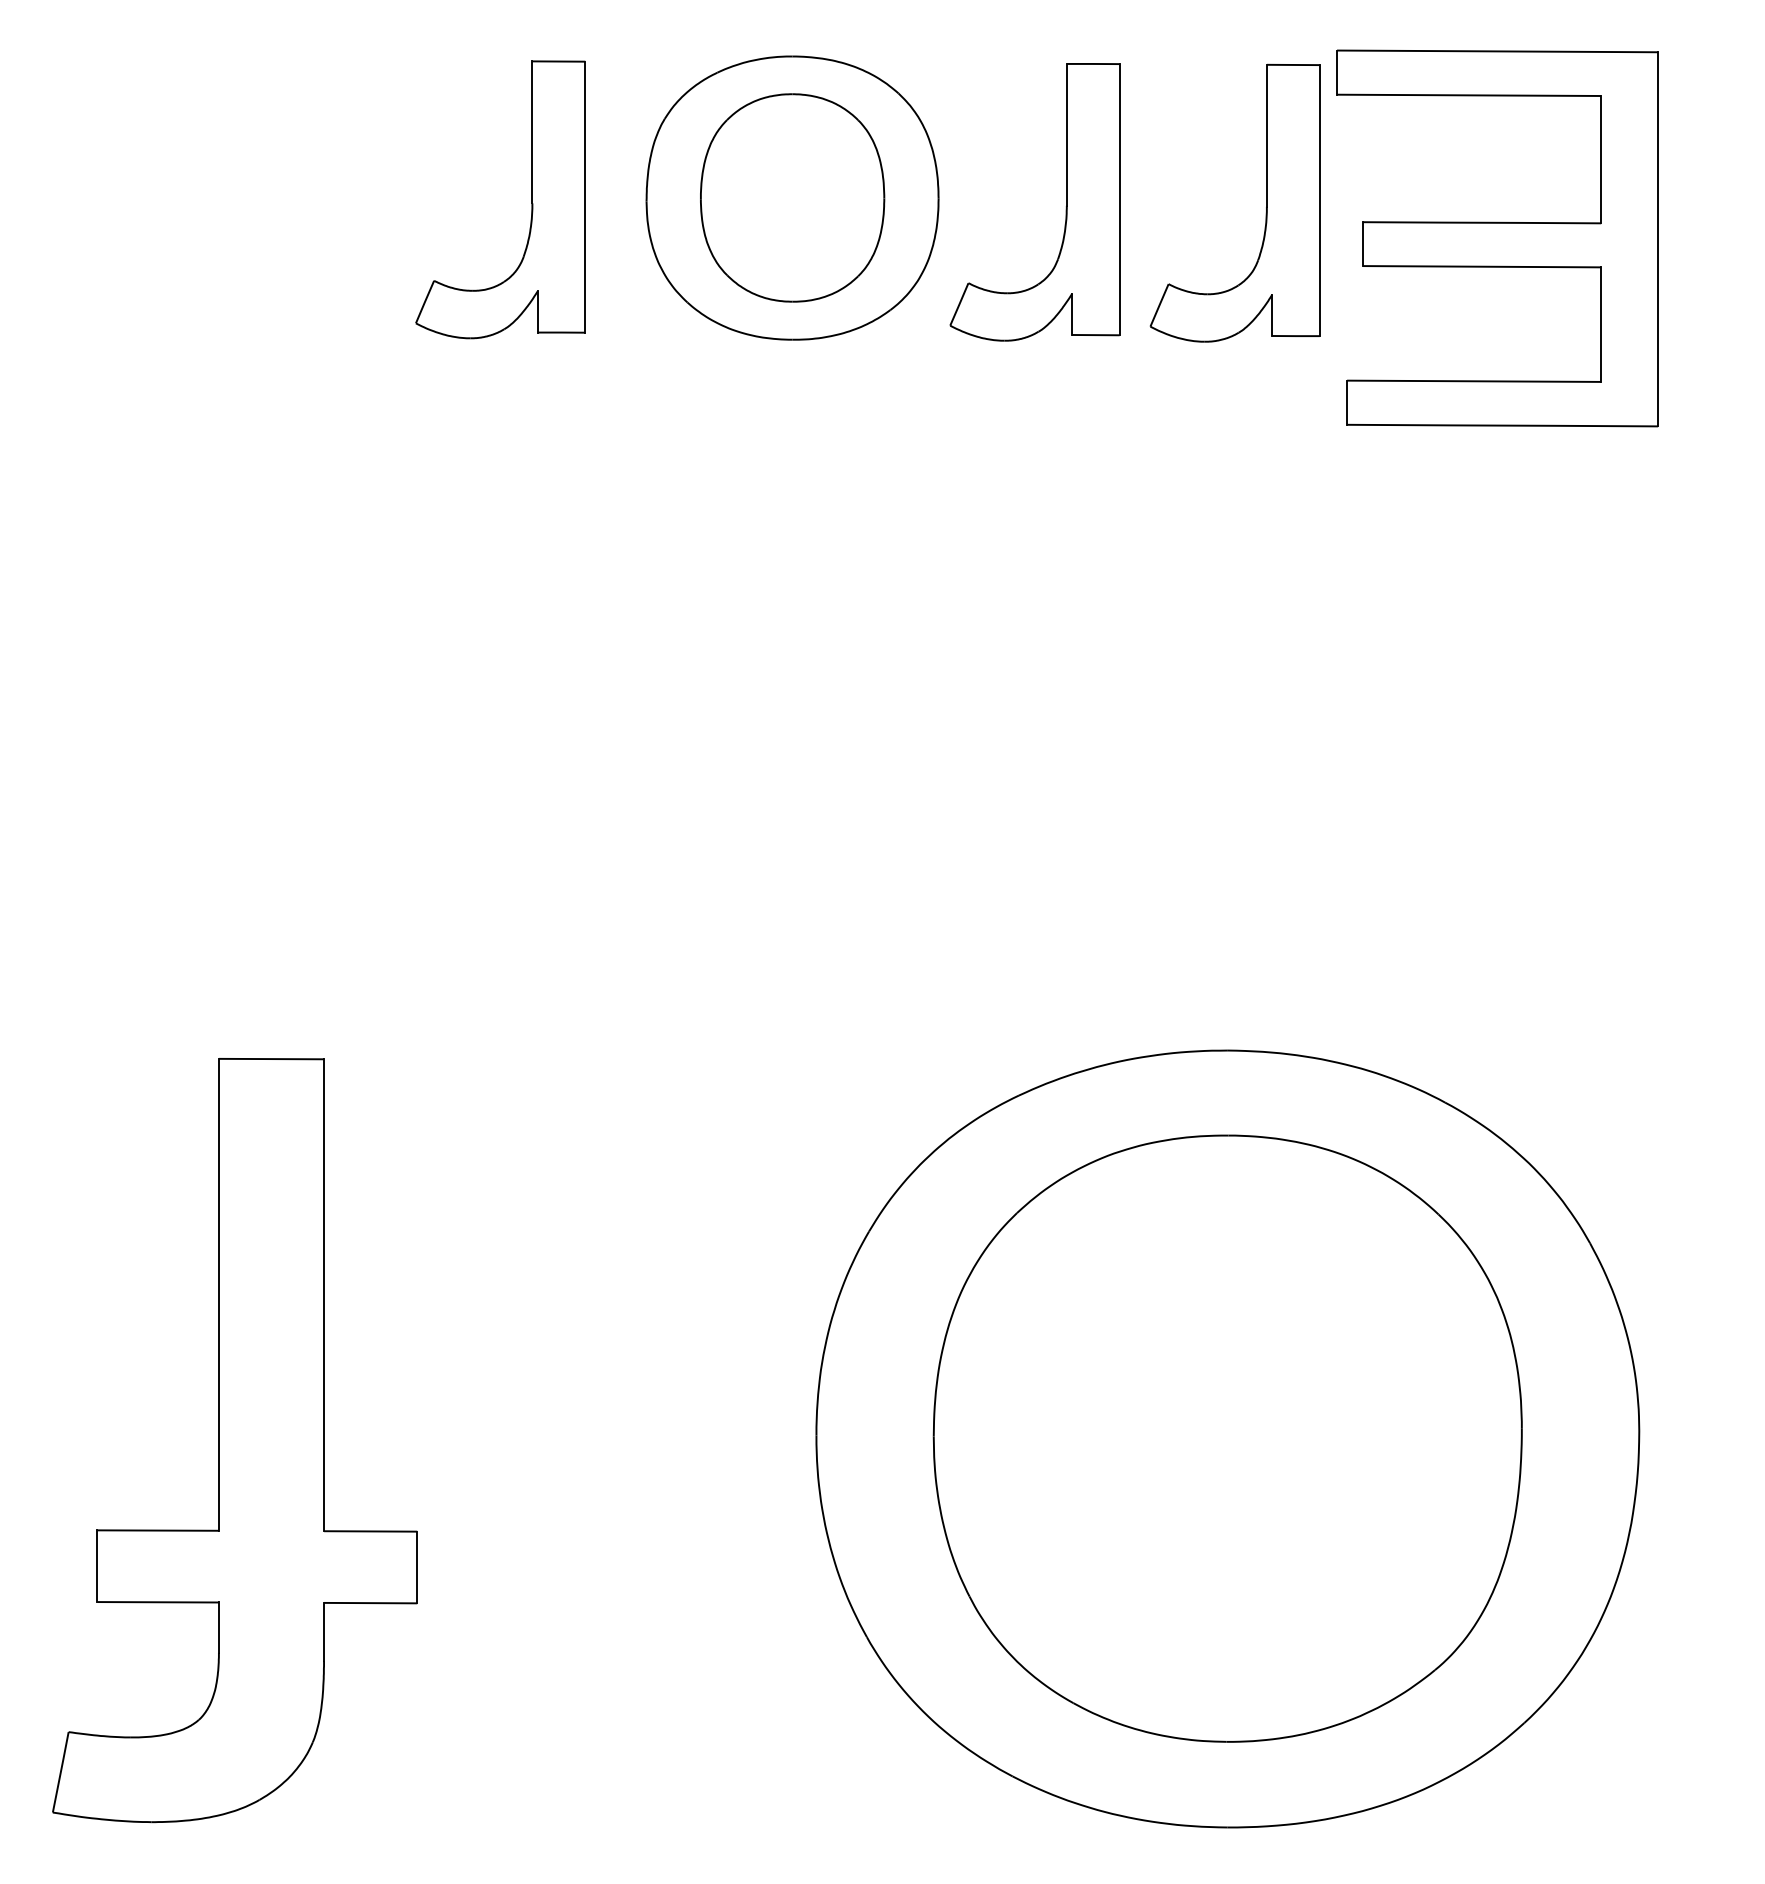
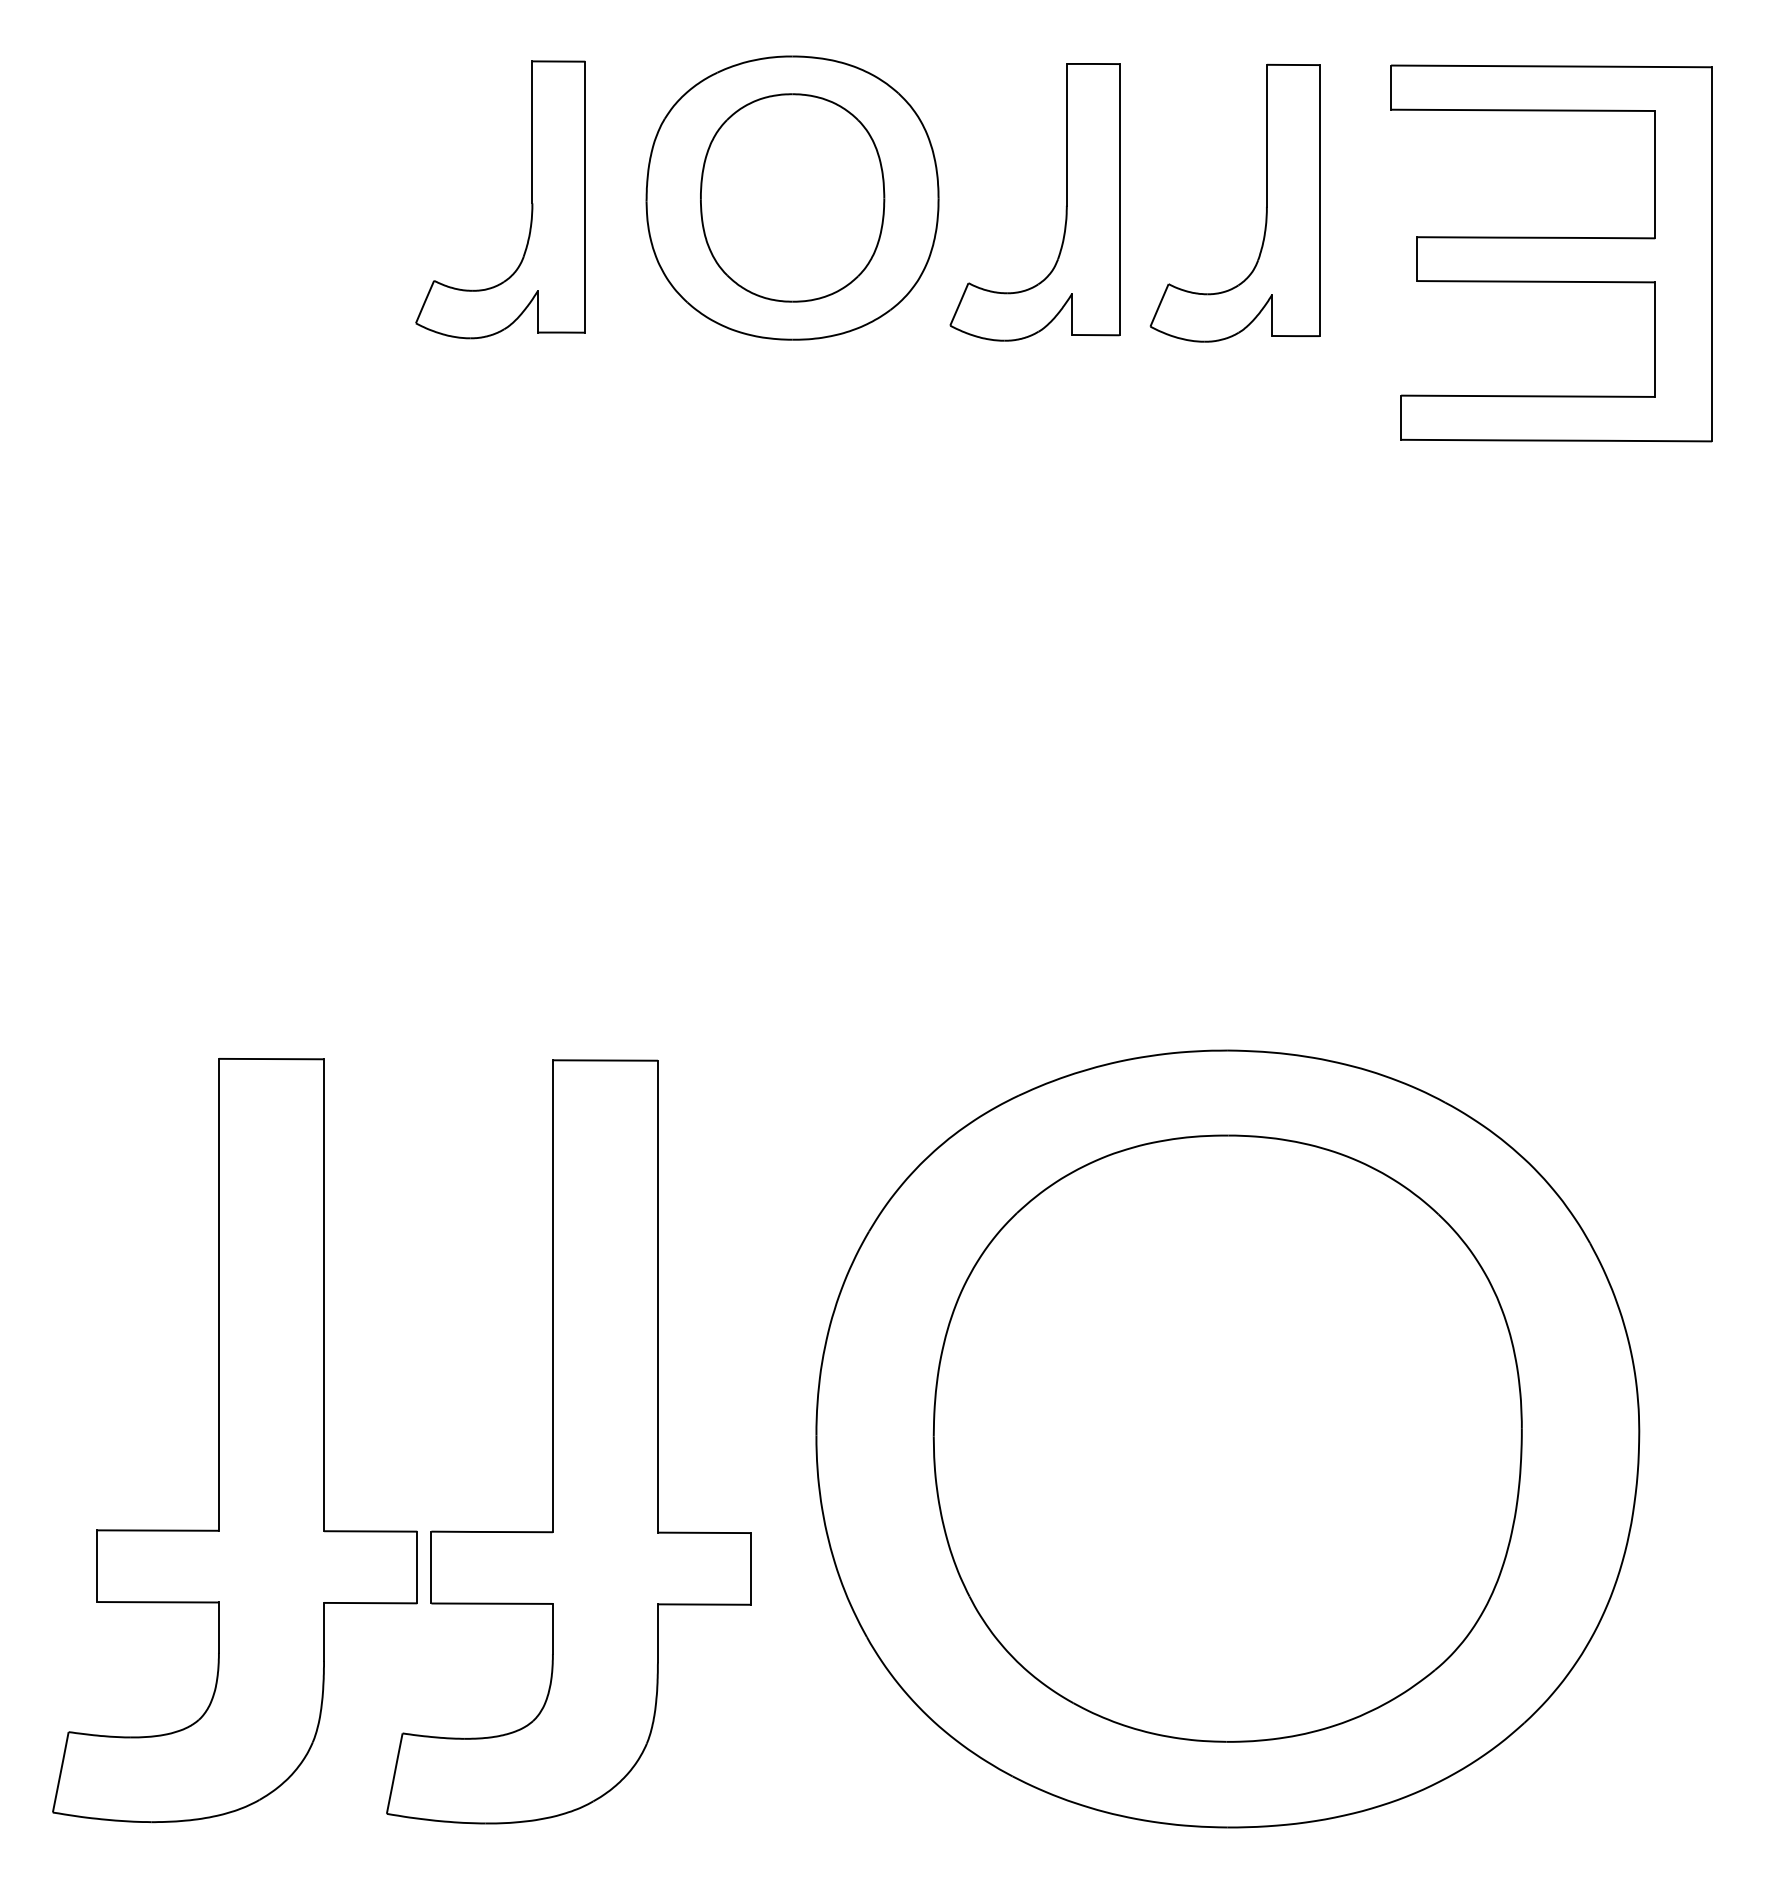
part at (1497, 238) position: (1497, 238) -> (1551, 253)
part at (568, 1441): none -> present
